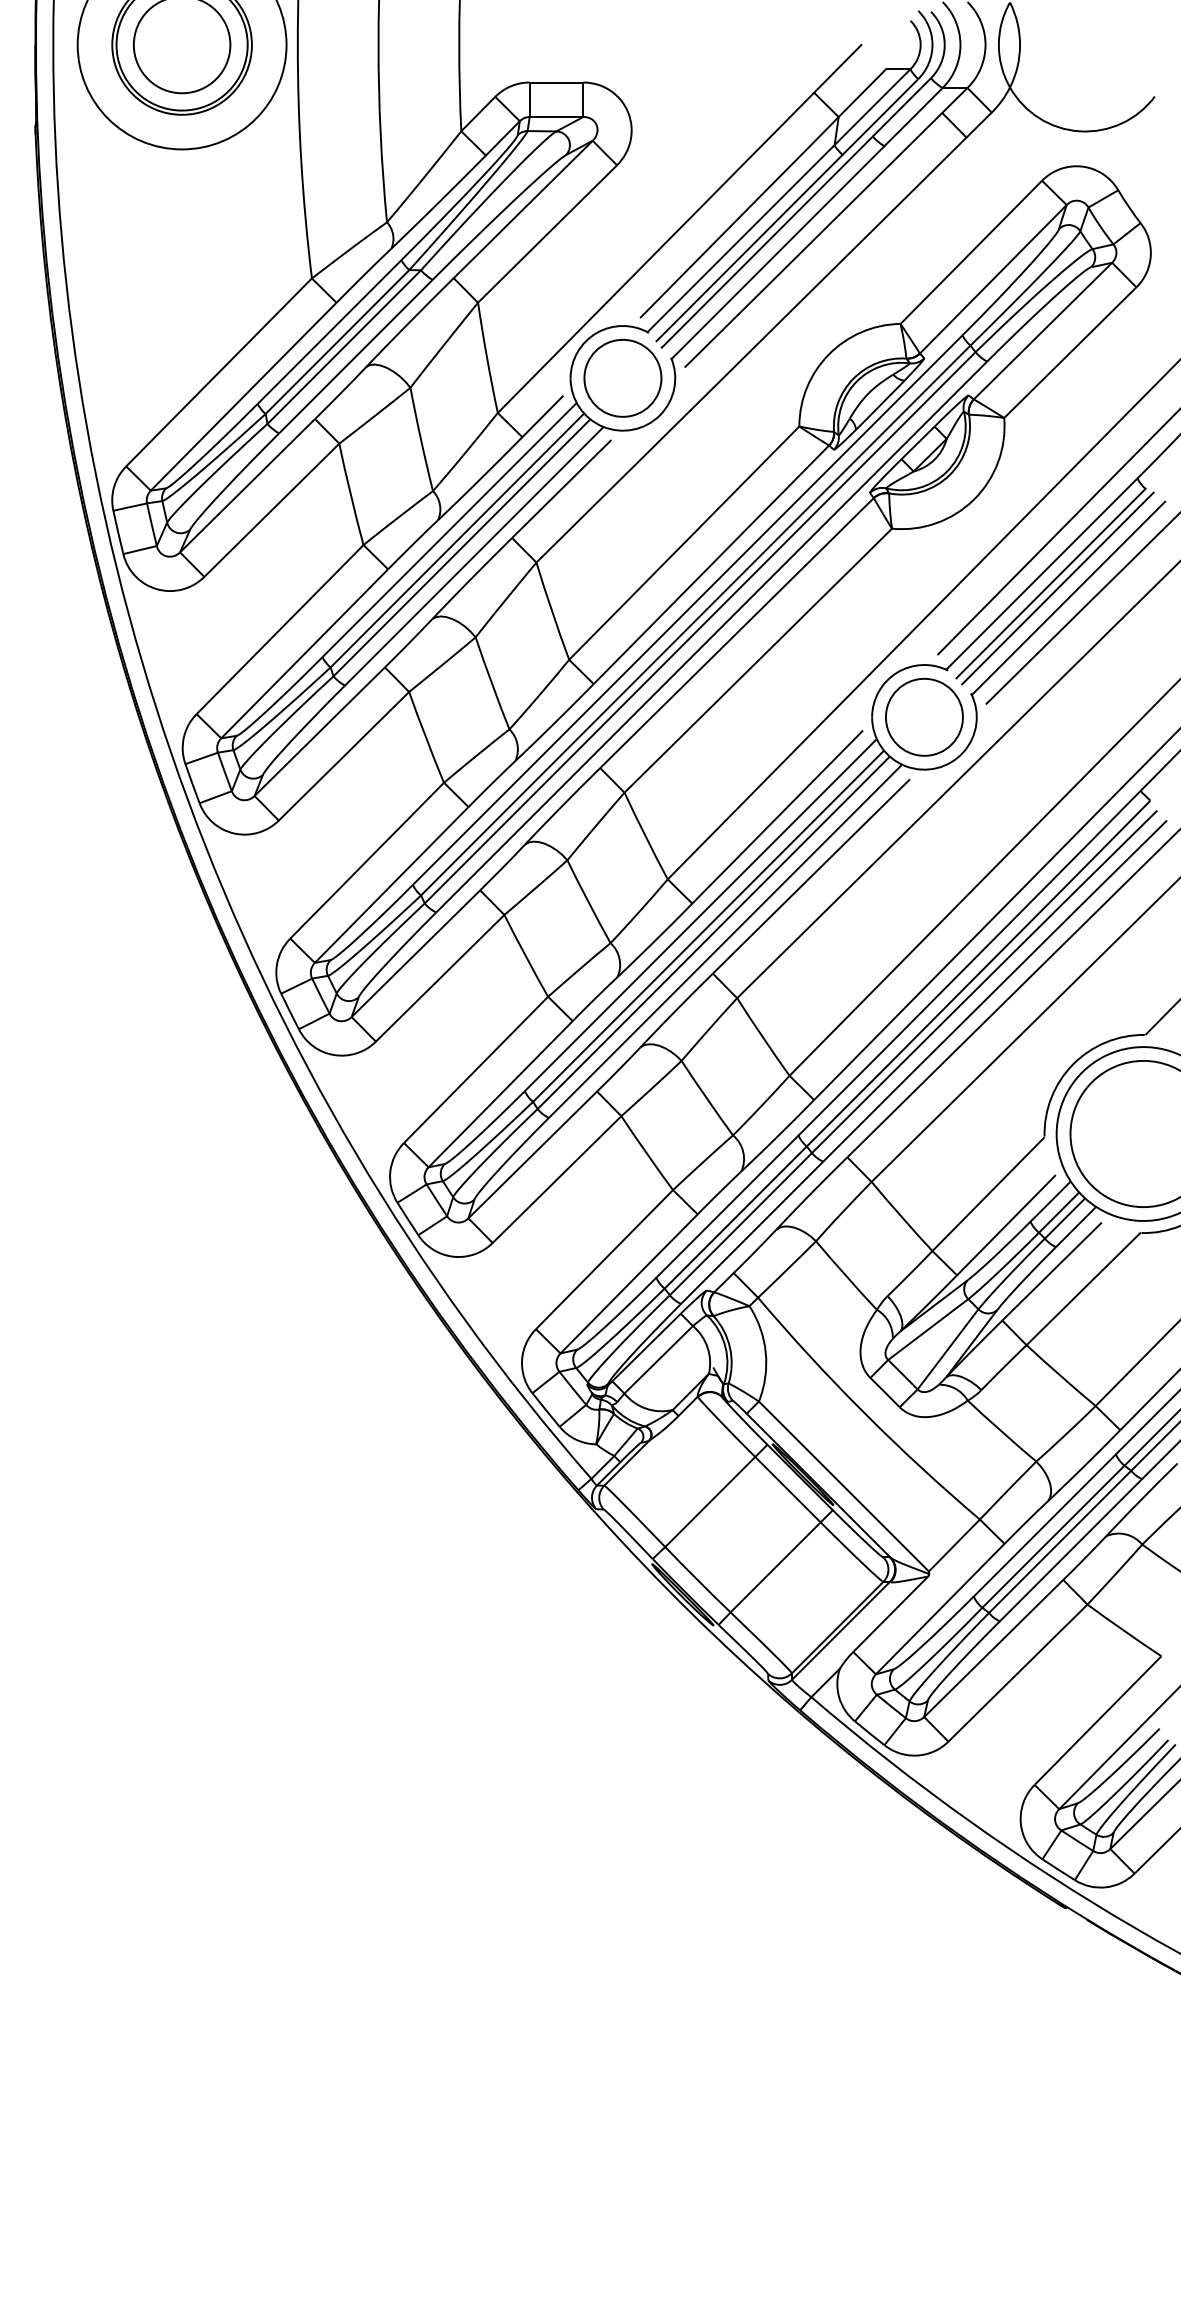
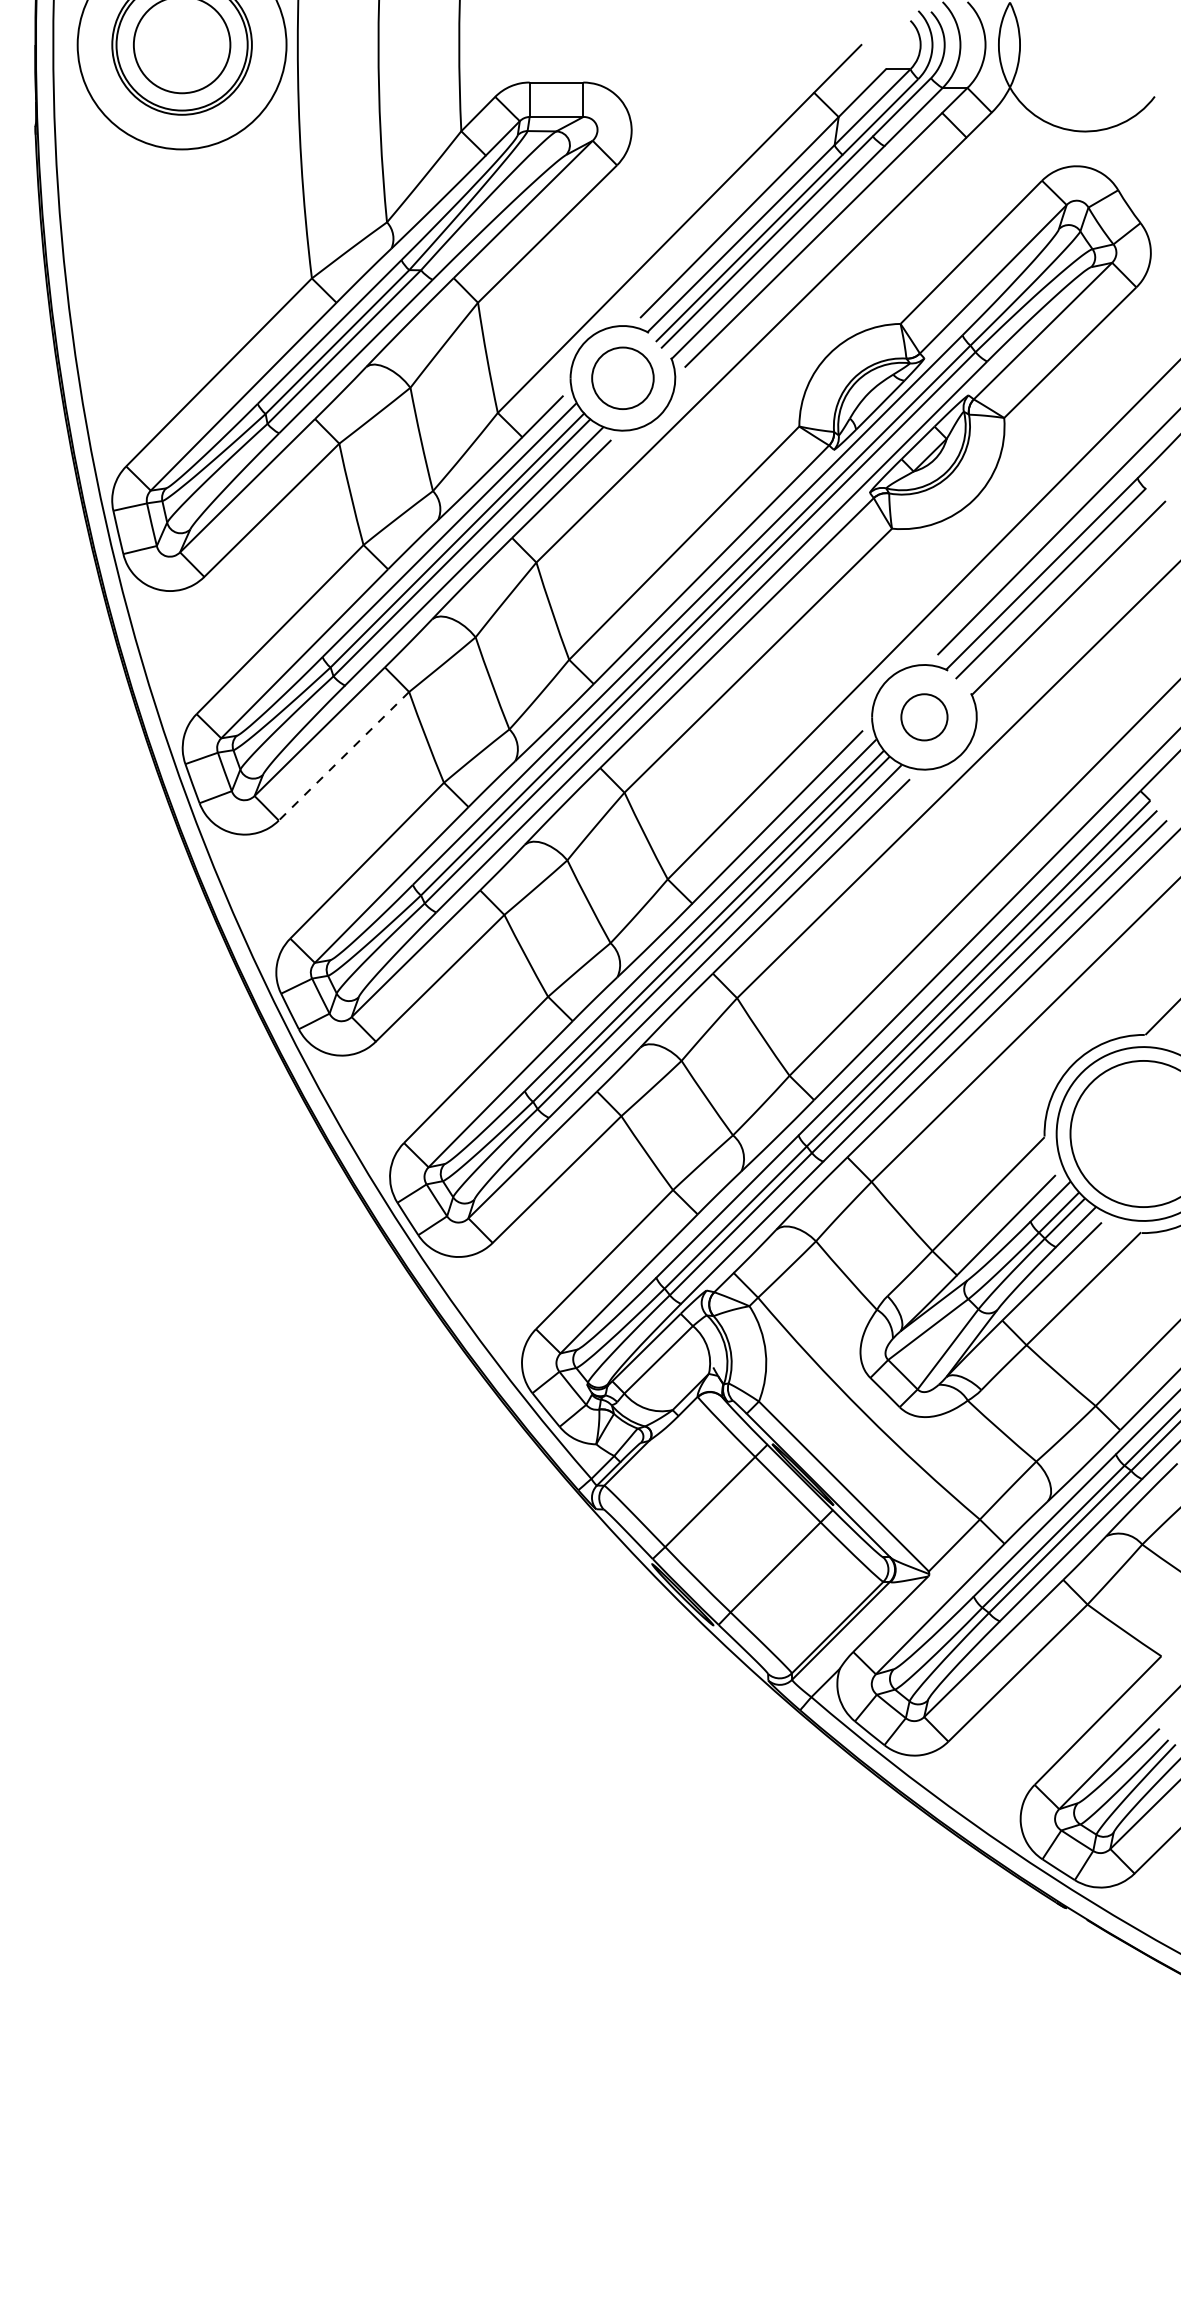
circle at (622, 377) diameter: 77 px -> 62 px
line at (1057, 588): present -> none
line at (1081, 609): present -> none
circle at (923, 716) diameter: 77 px -> 46 px
line at (344, 756): solid -> dashed
